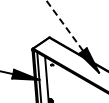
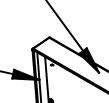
line at (64, 25): dashed -> solid
